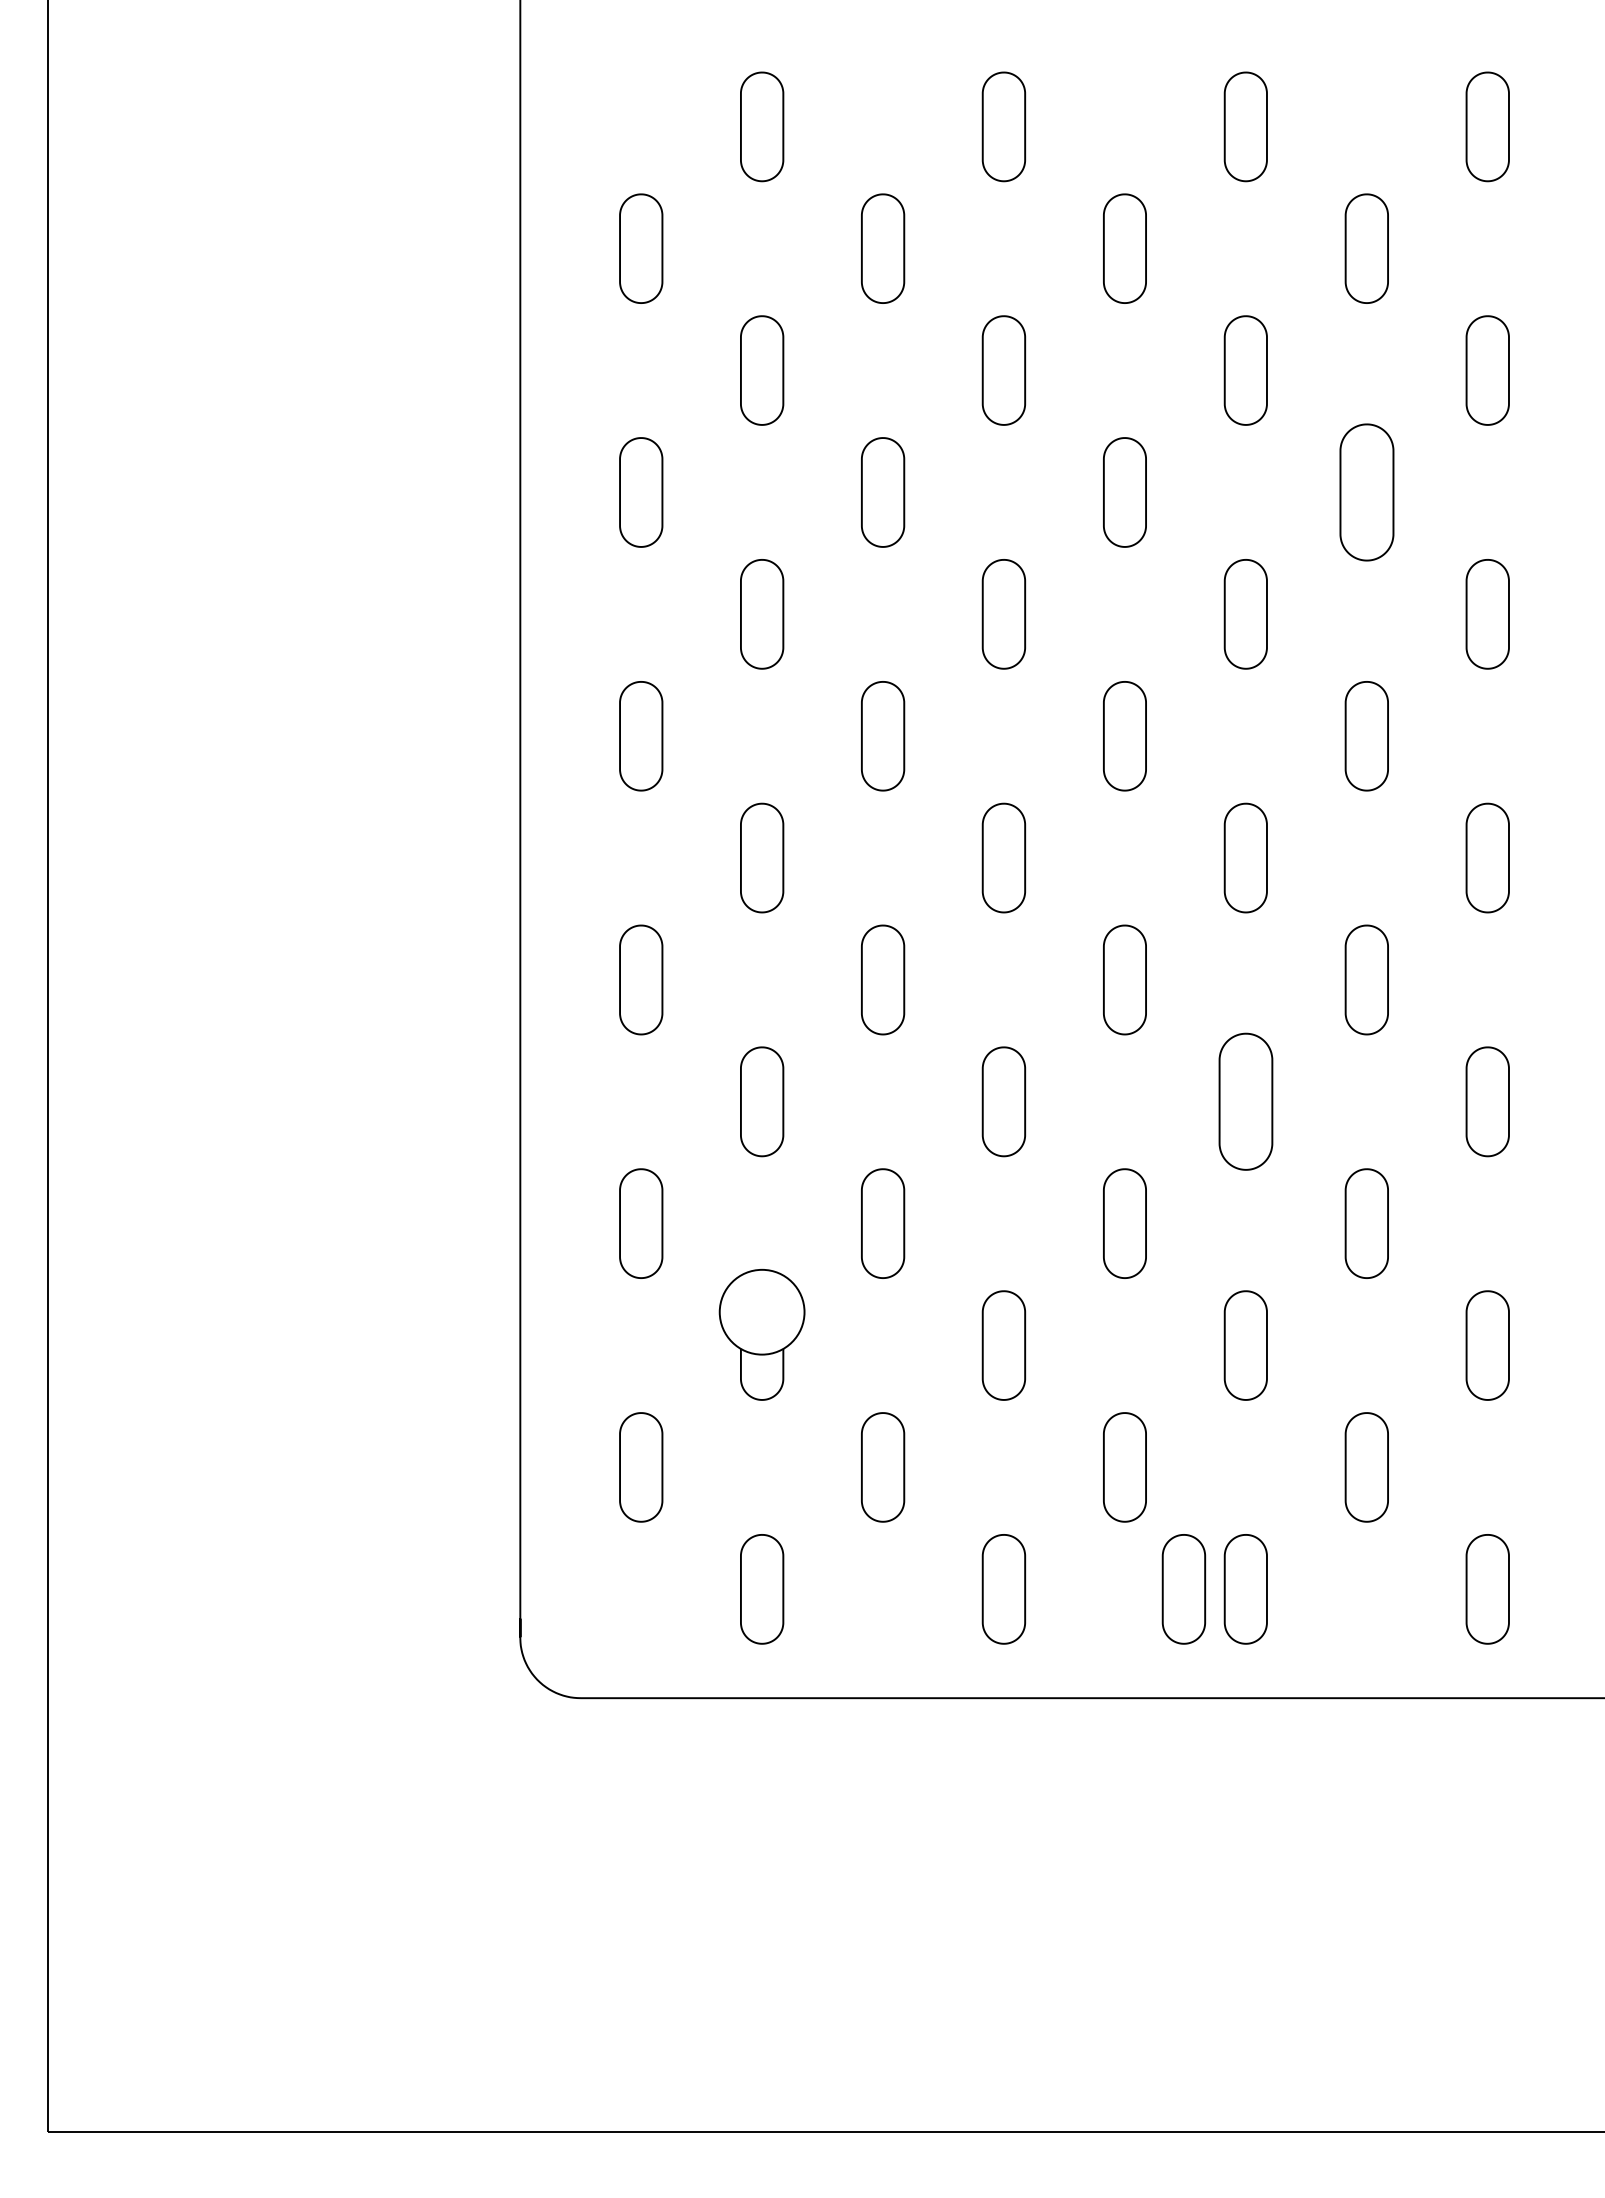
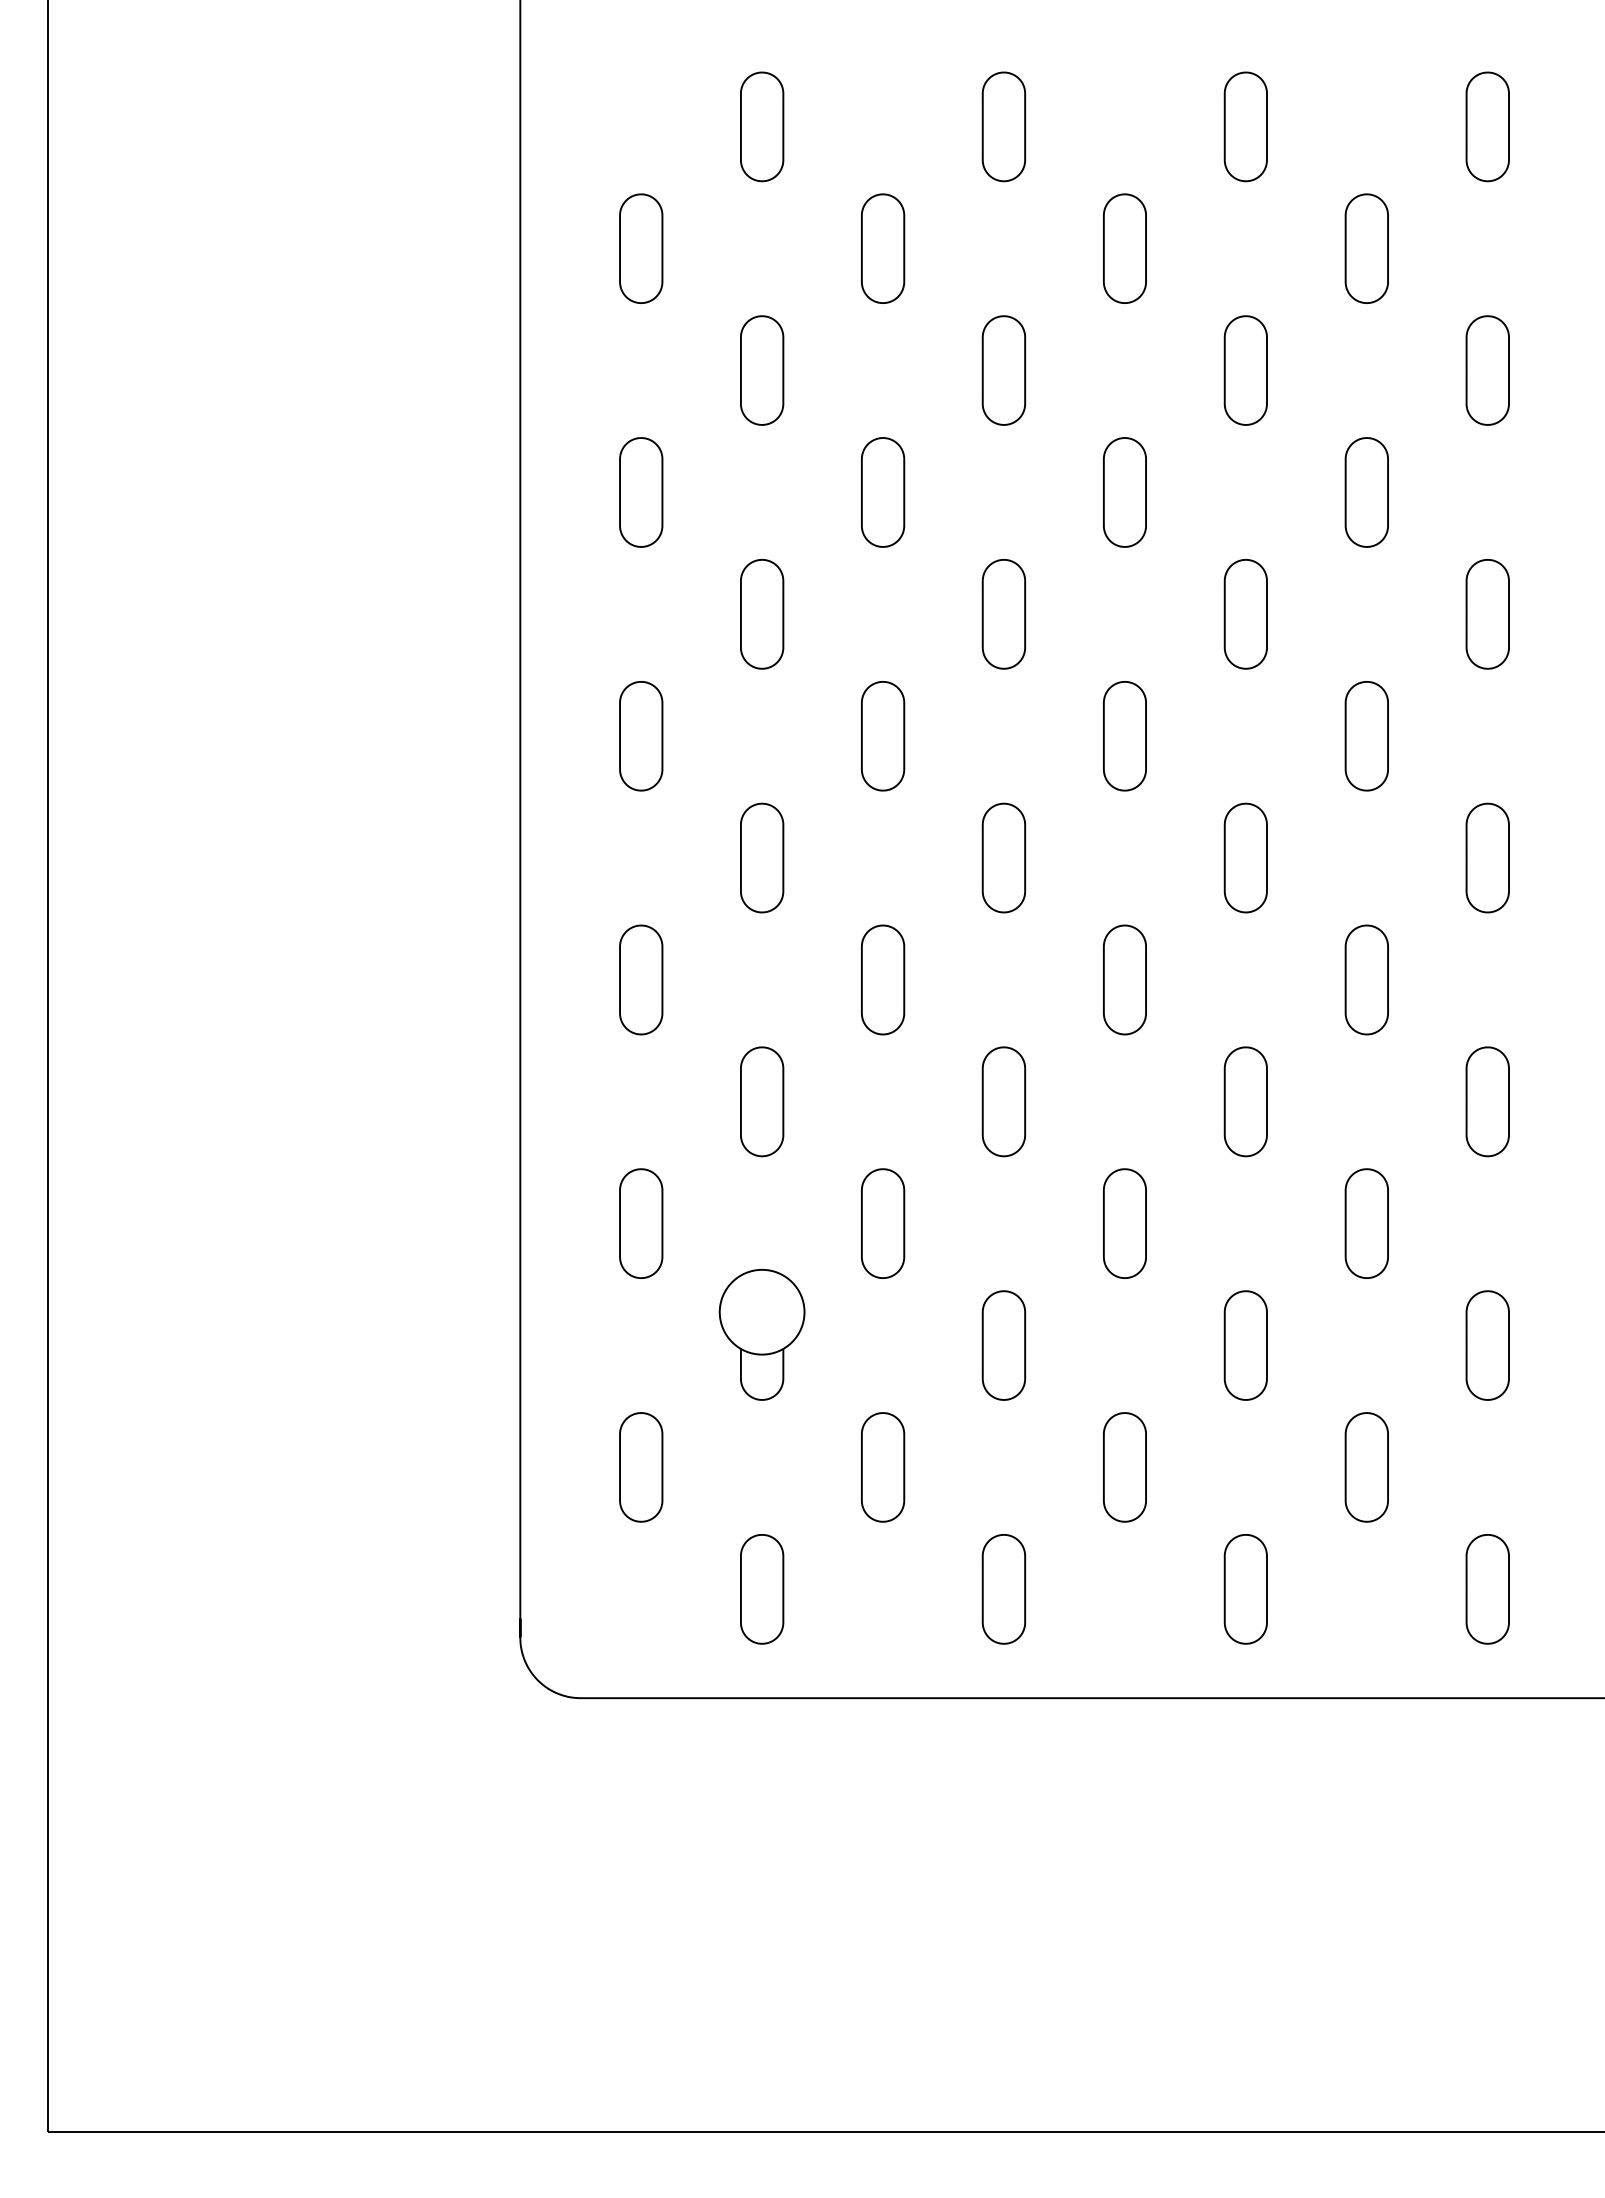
part at (1366, 492) size: 56x139 px -> 45x111 px
part at (1245, 1101) size: 56x139 px -> 45x112 px
part at (1183, 1589): present -> none
